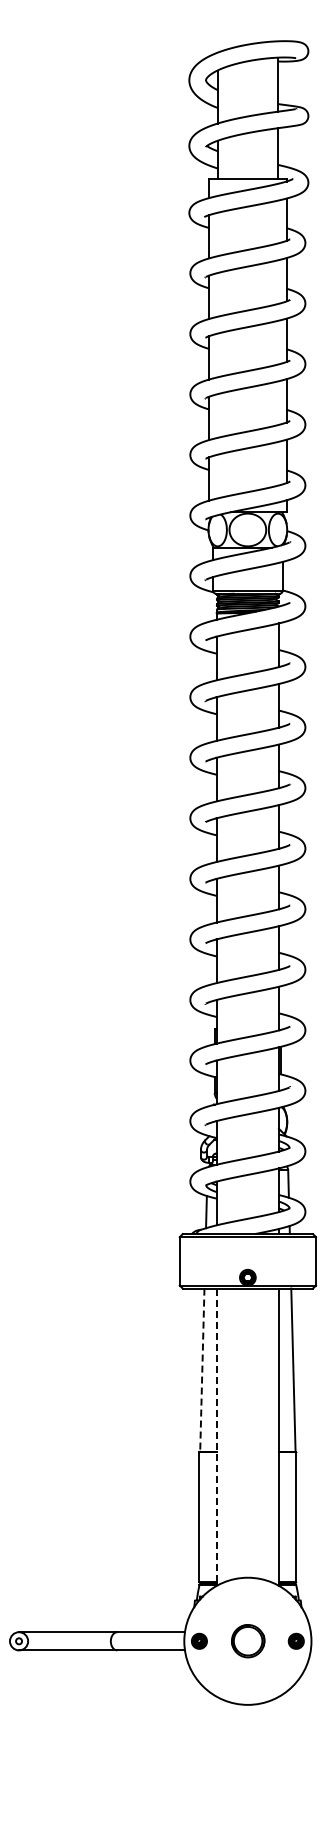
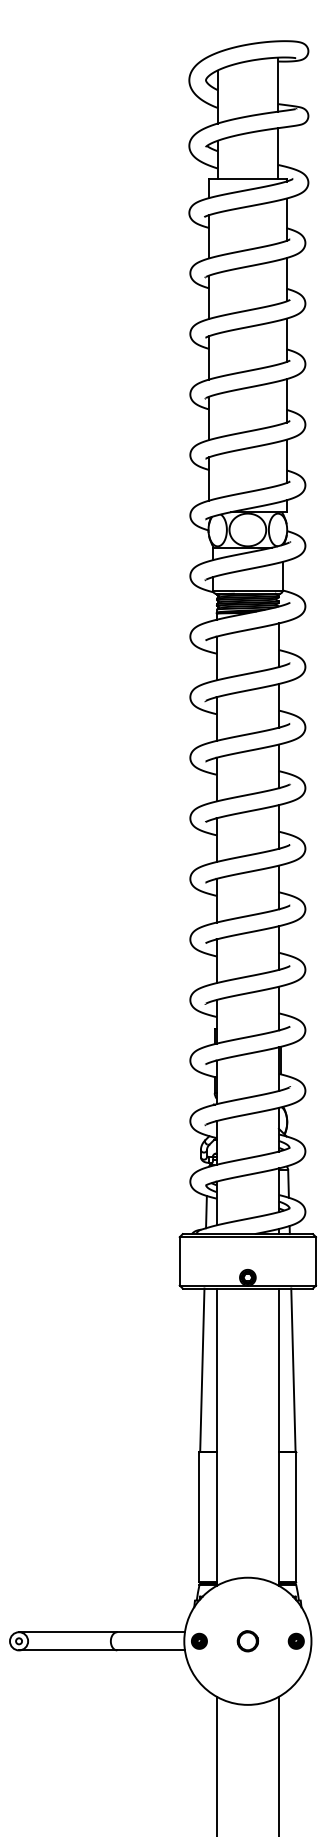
line at (202, 1370): dashed -> solid
line at (216, 1437): dashed -> solid
part at (248, 1641) size: 35x35 px -> 23x23 px
line at (216, 1764): none -> present
line at (278, 1764): none -> present
